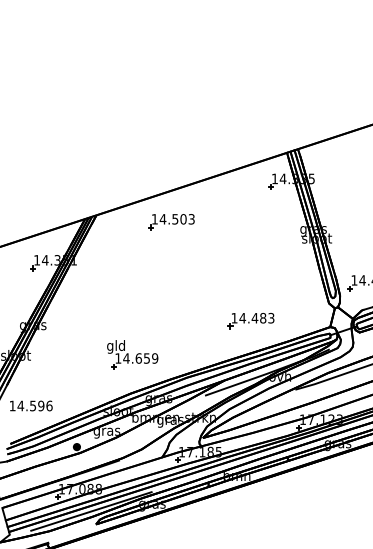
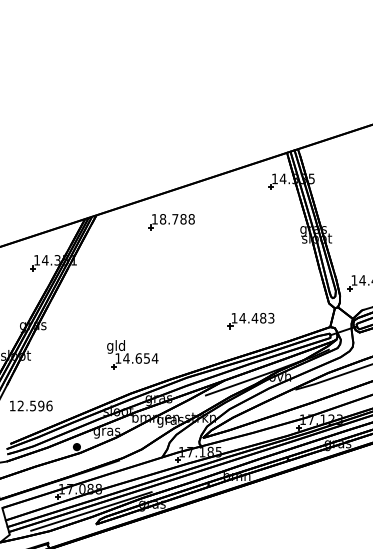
text at (176, 219): 14.503 -> 18.788
text at (154, 358): 14.659 -> 14.654
text at (20, 405): 14.596 -> 12.596
